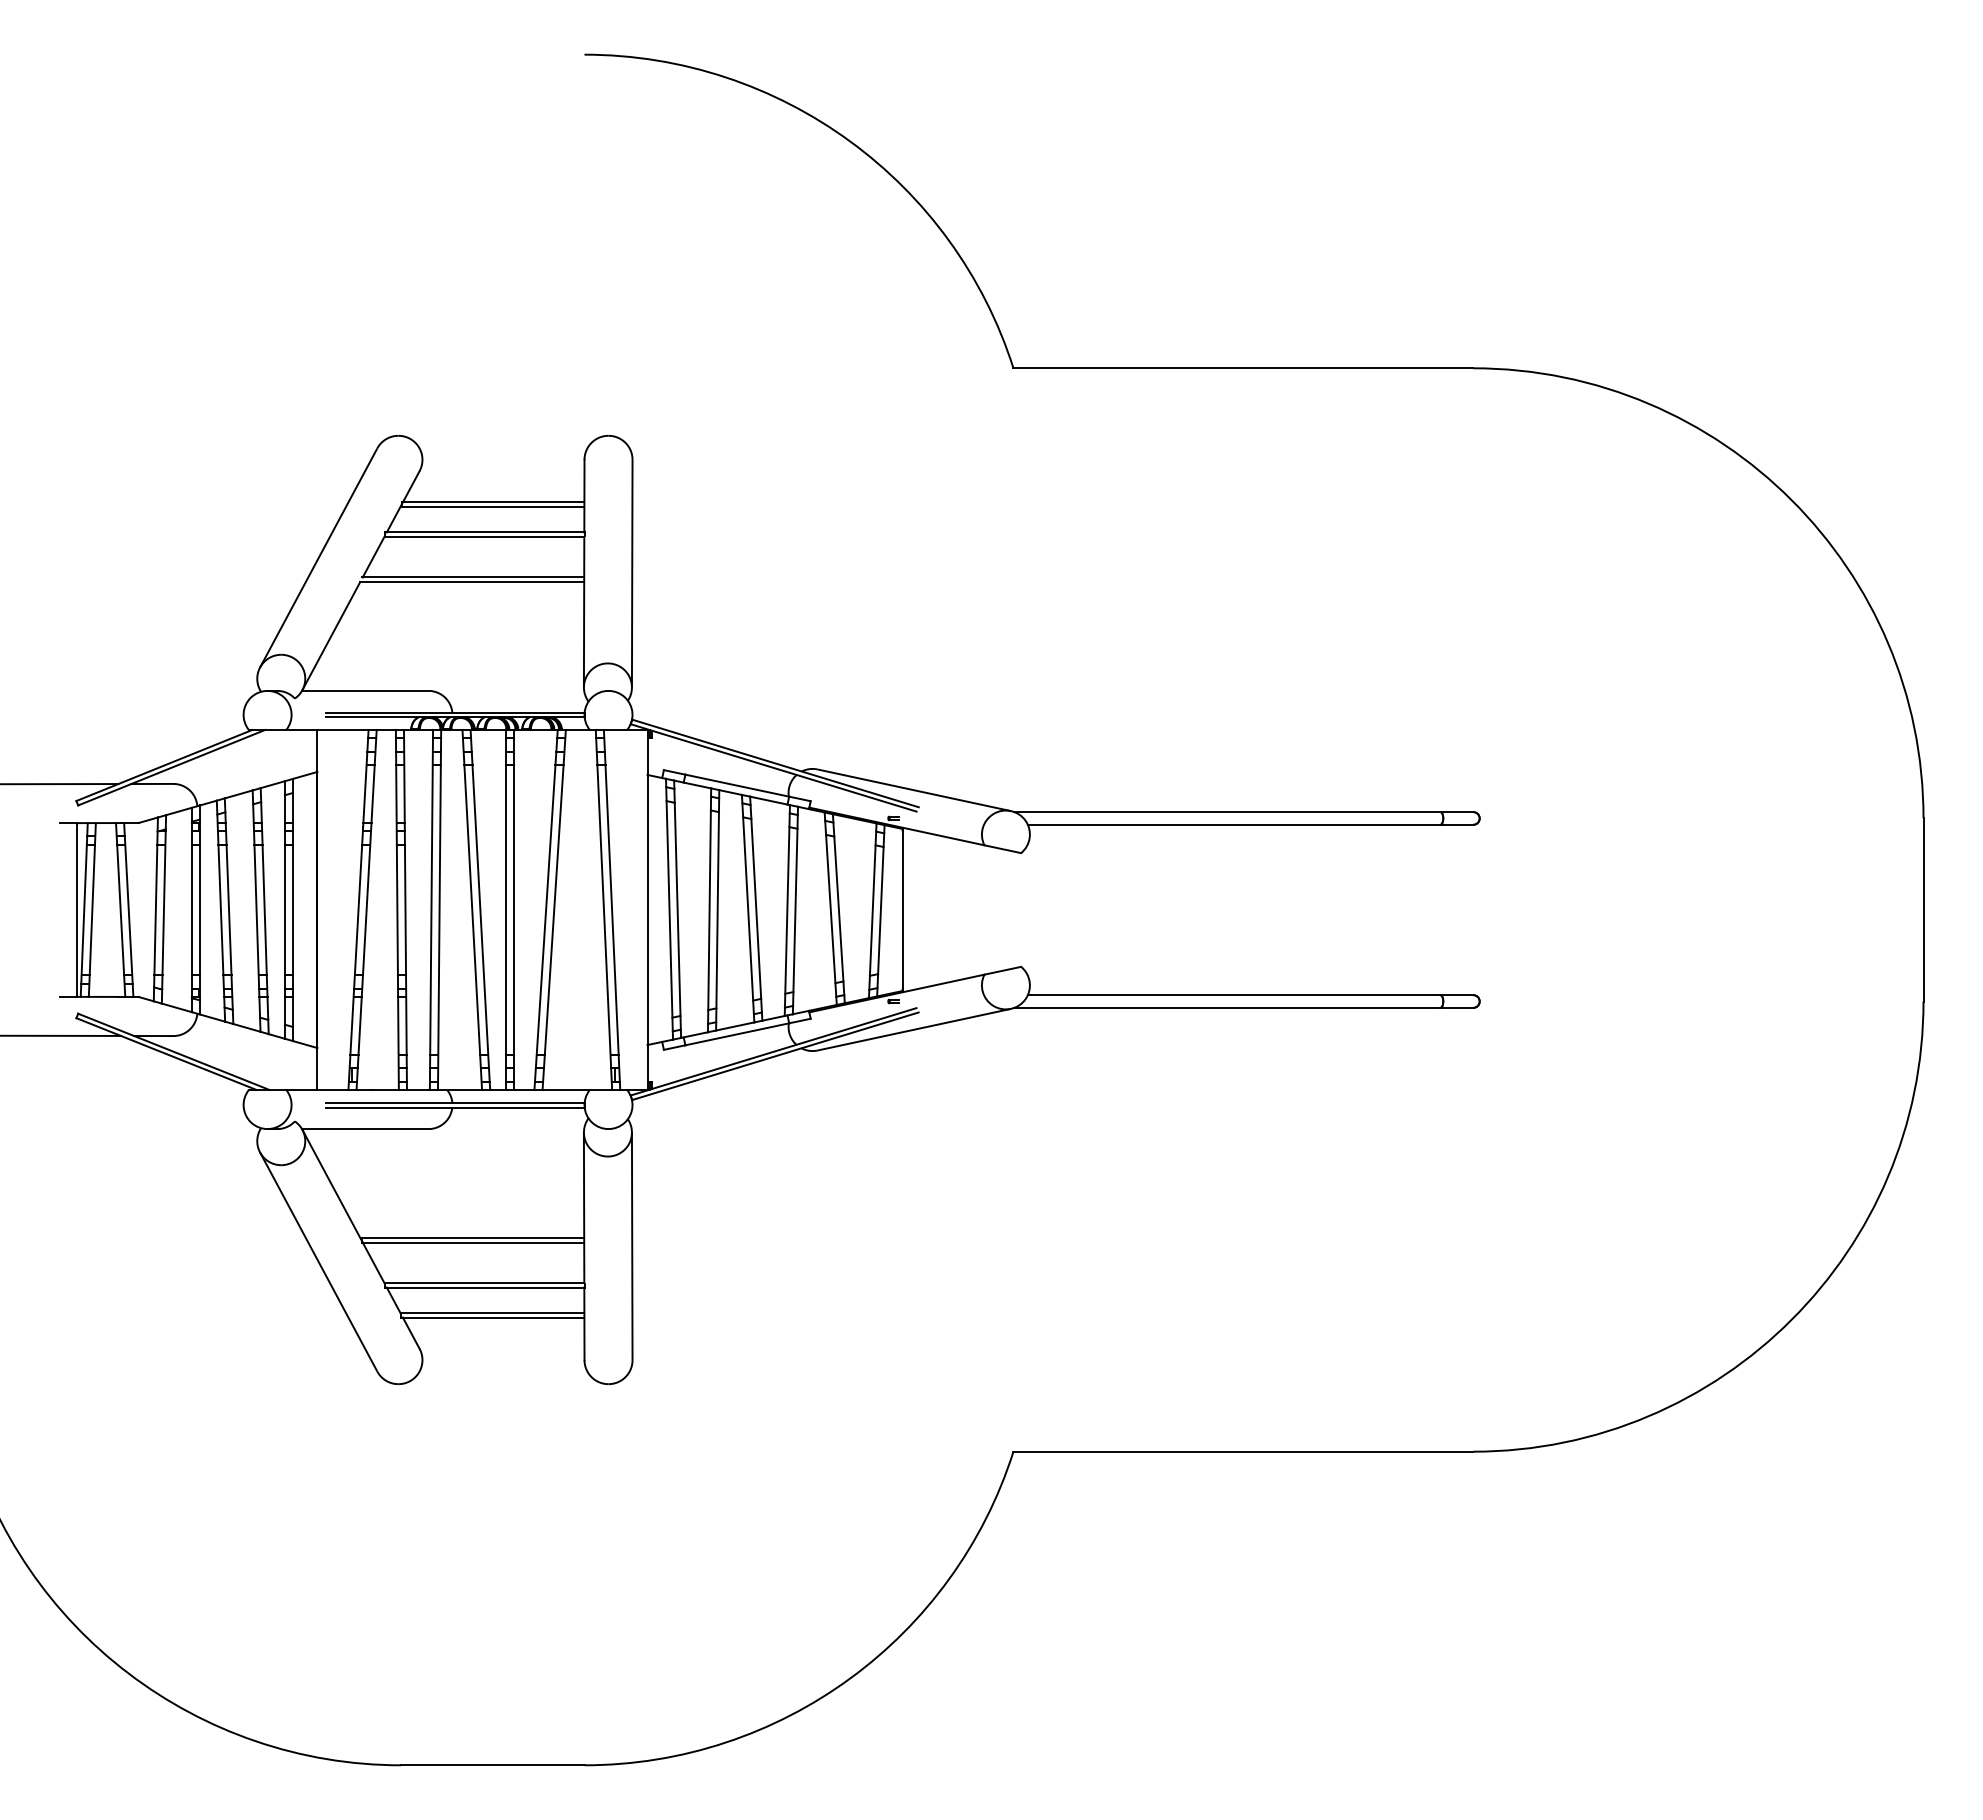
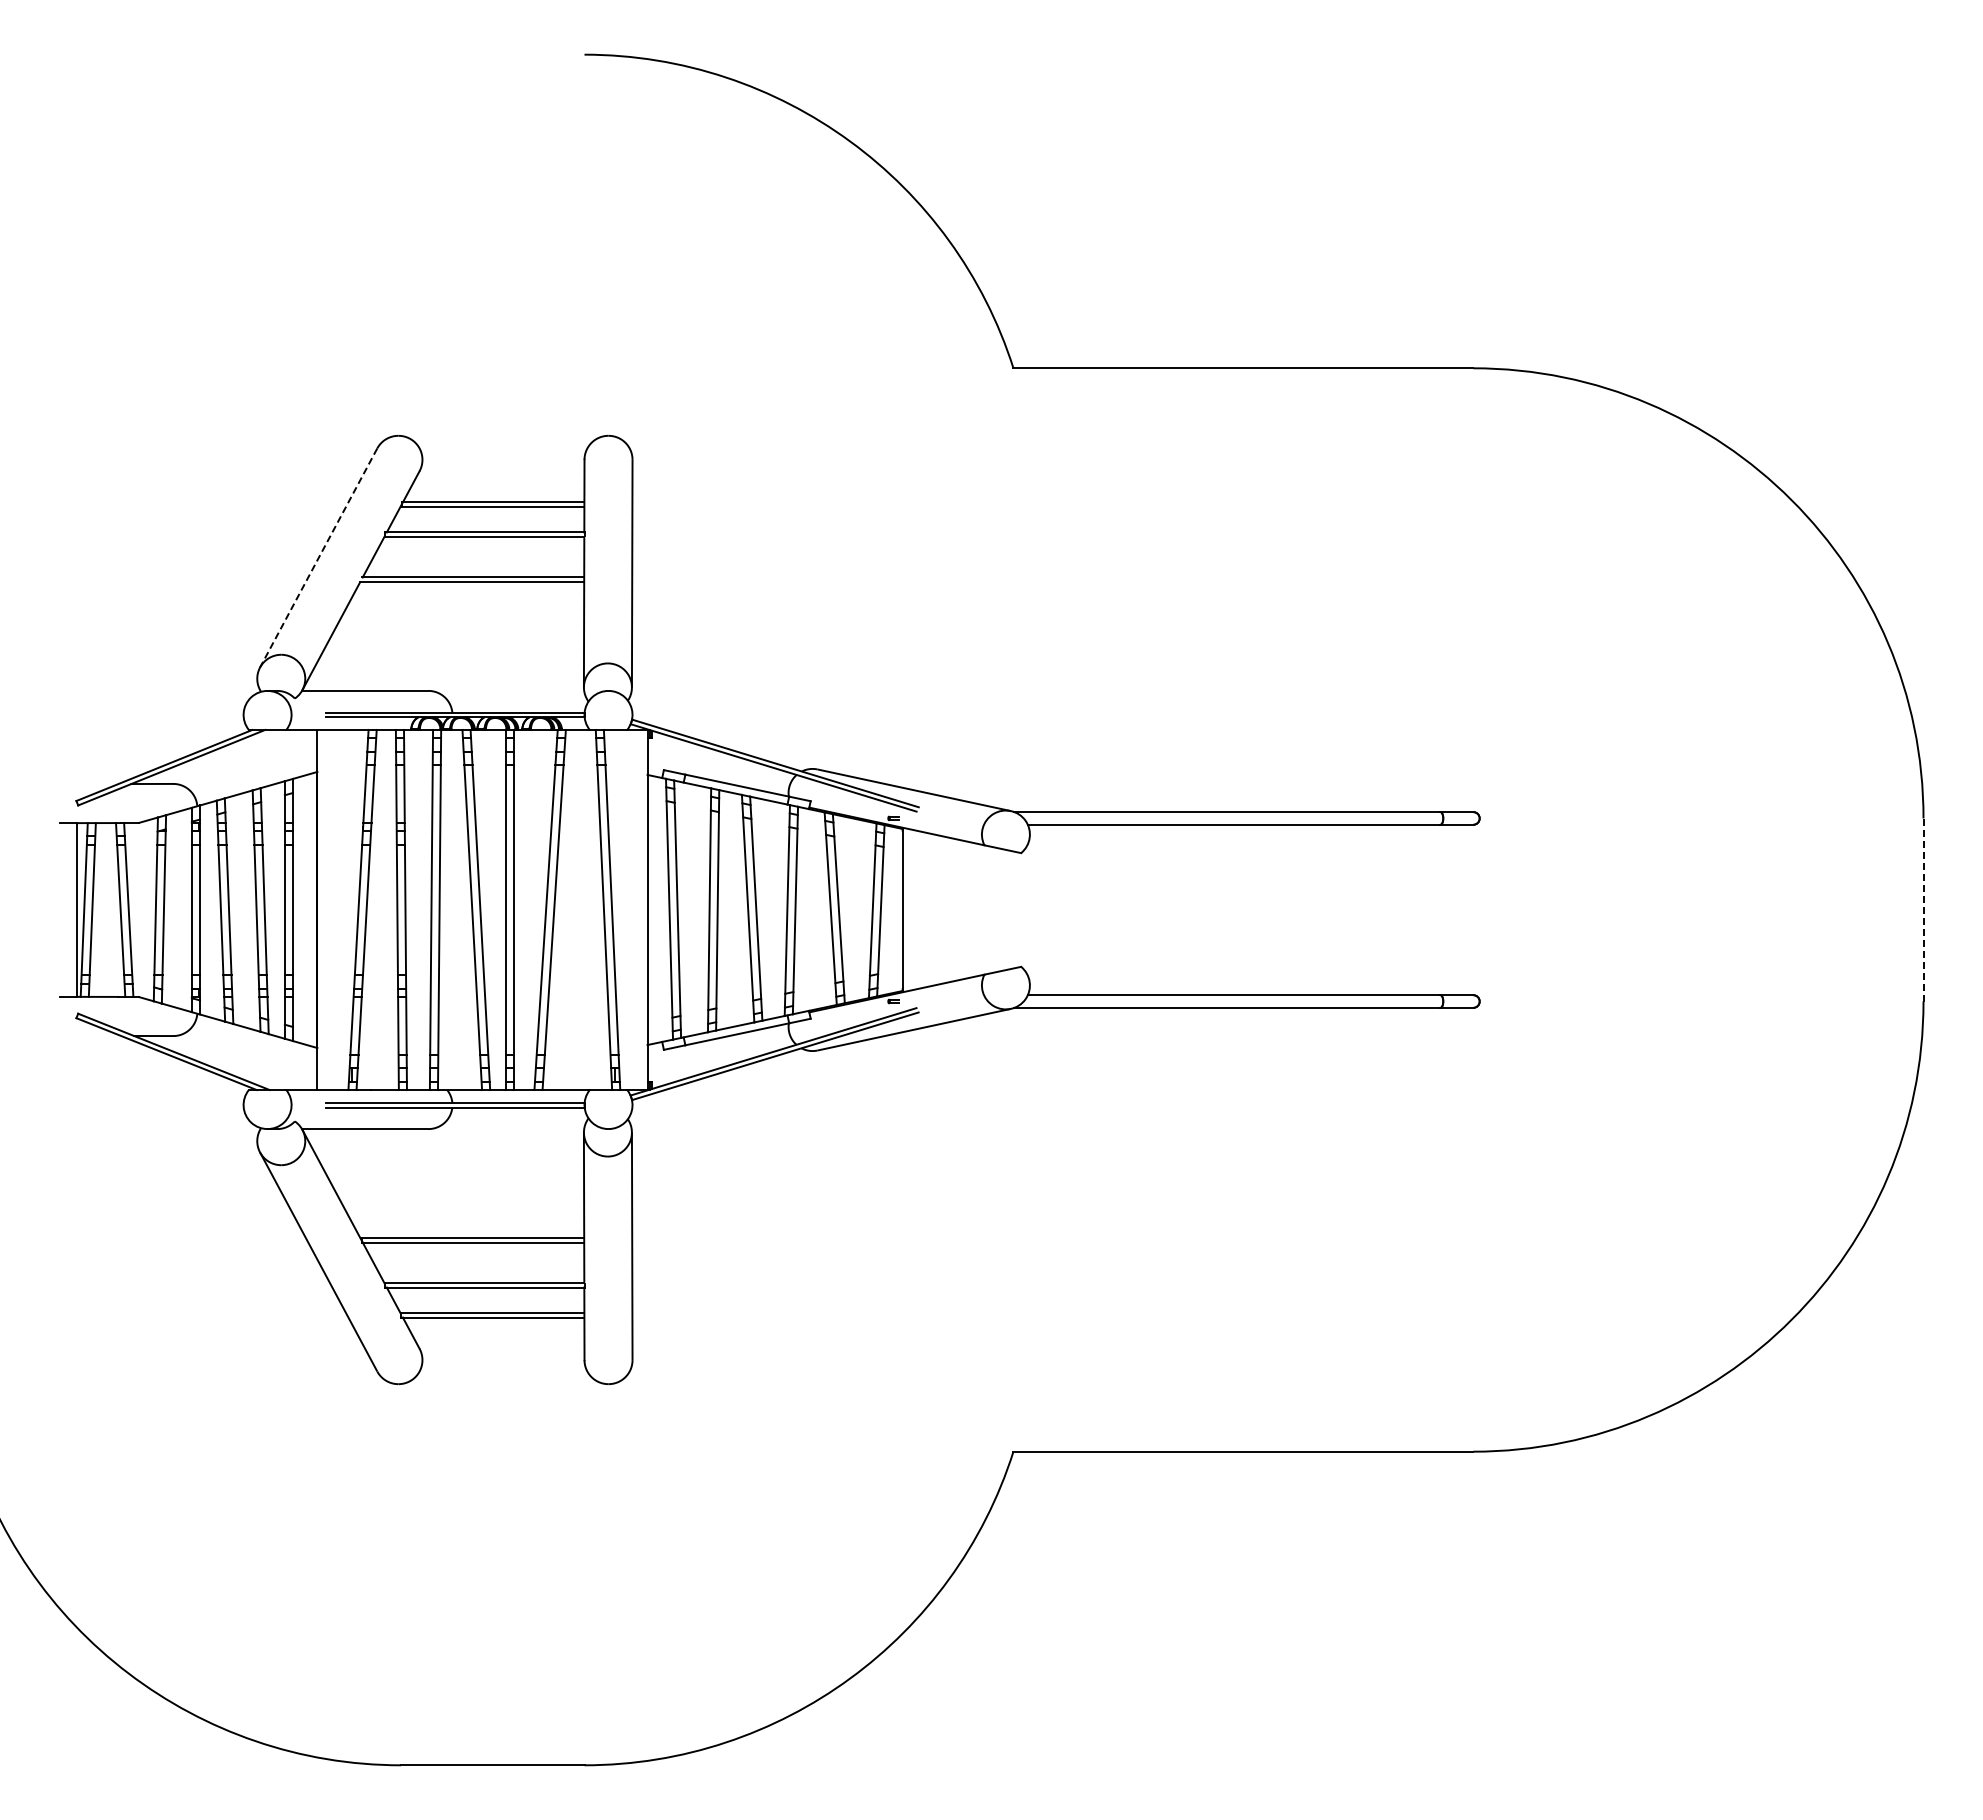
line at (318, 558): solid -> dashed
line at (60, 784): present -> none
line at (1923, 909): solid -> dashed
line at (61, 1035): present -> none
